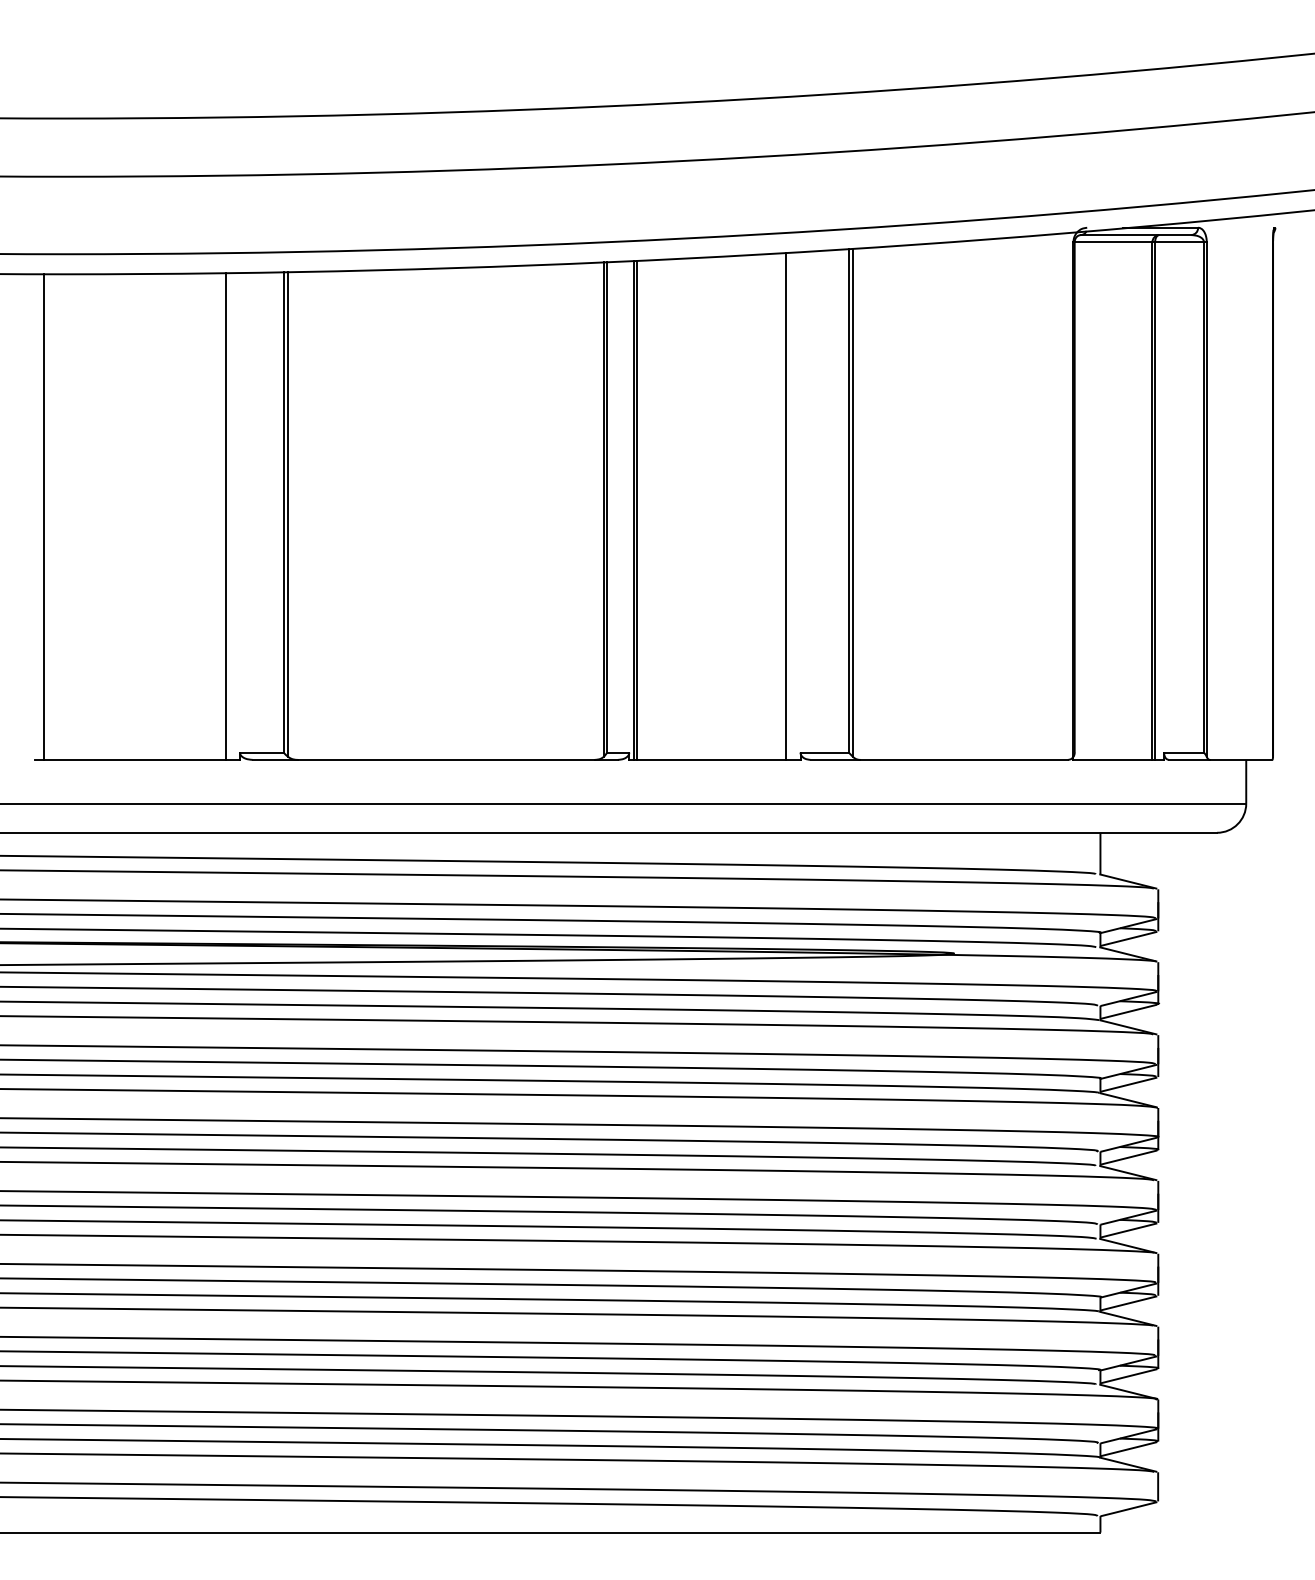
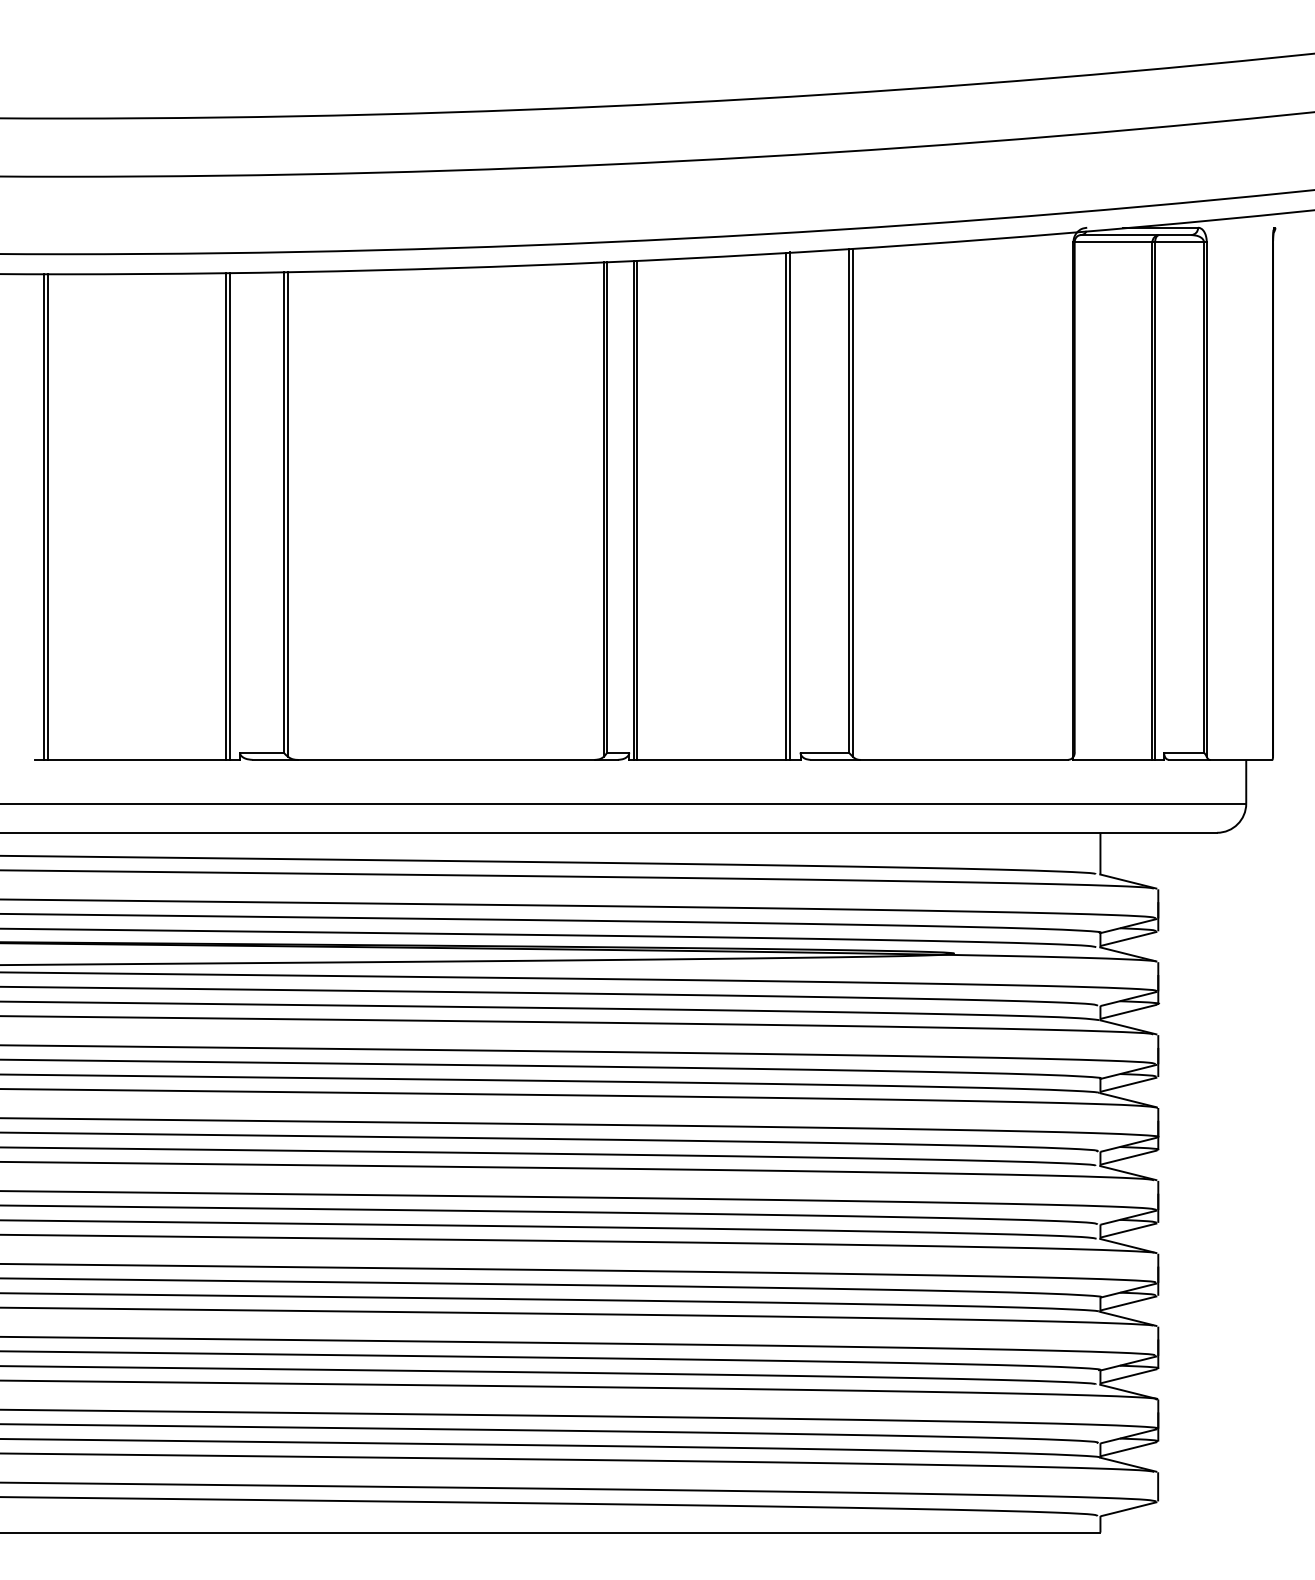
line at (789, 505): none -> present
line at (48, 516): none -> present
line at (230, 516): none -> present
